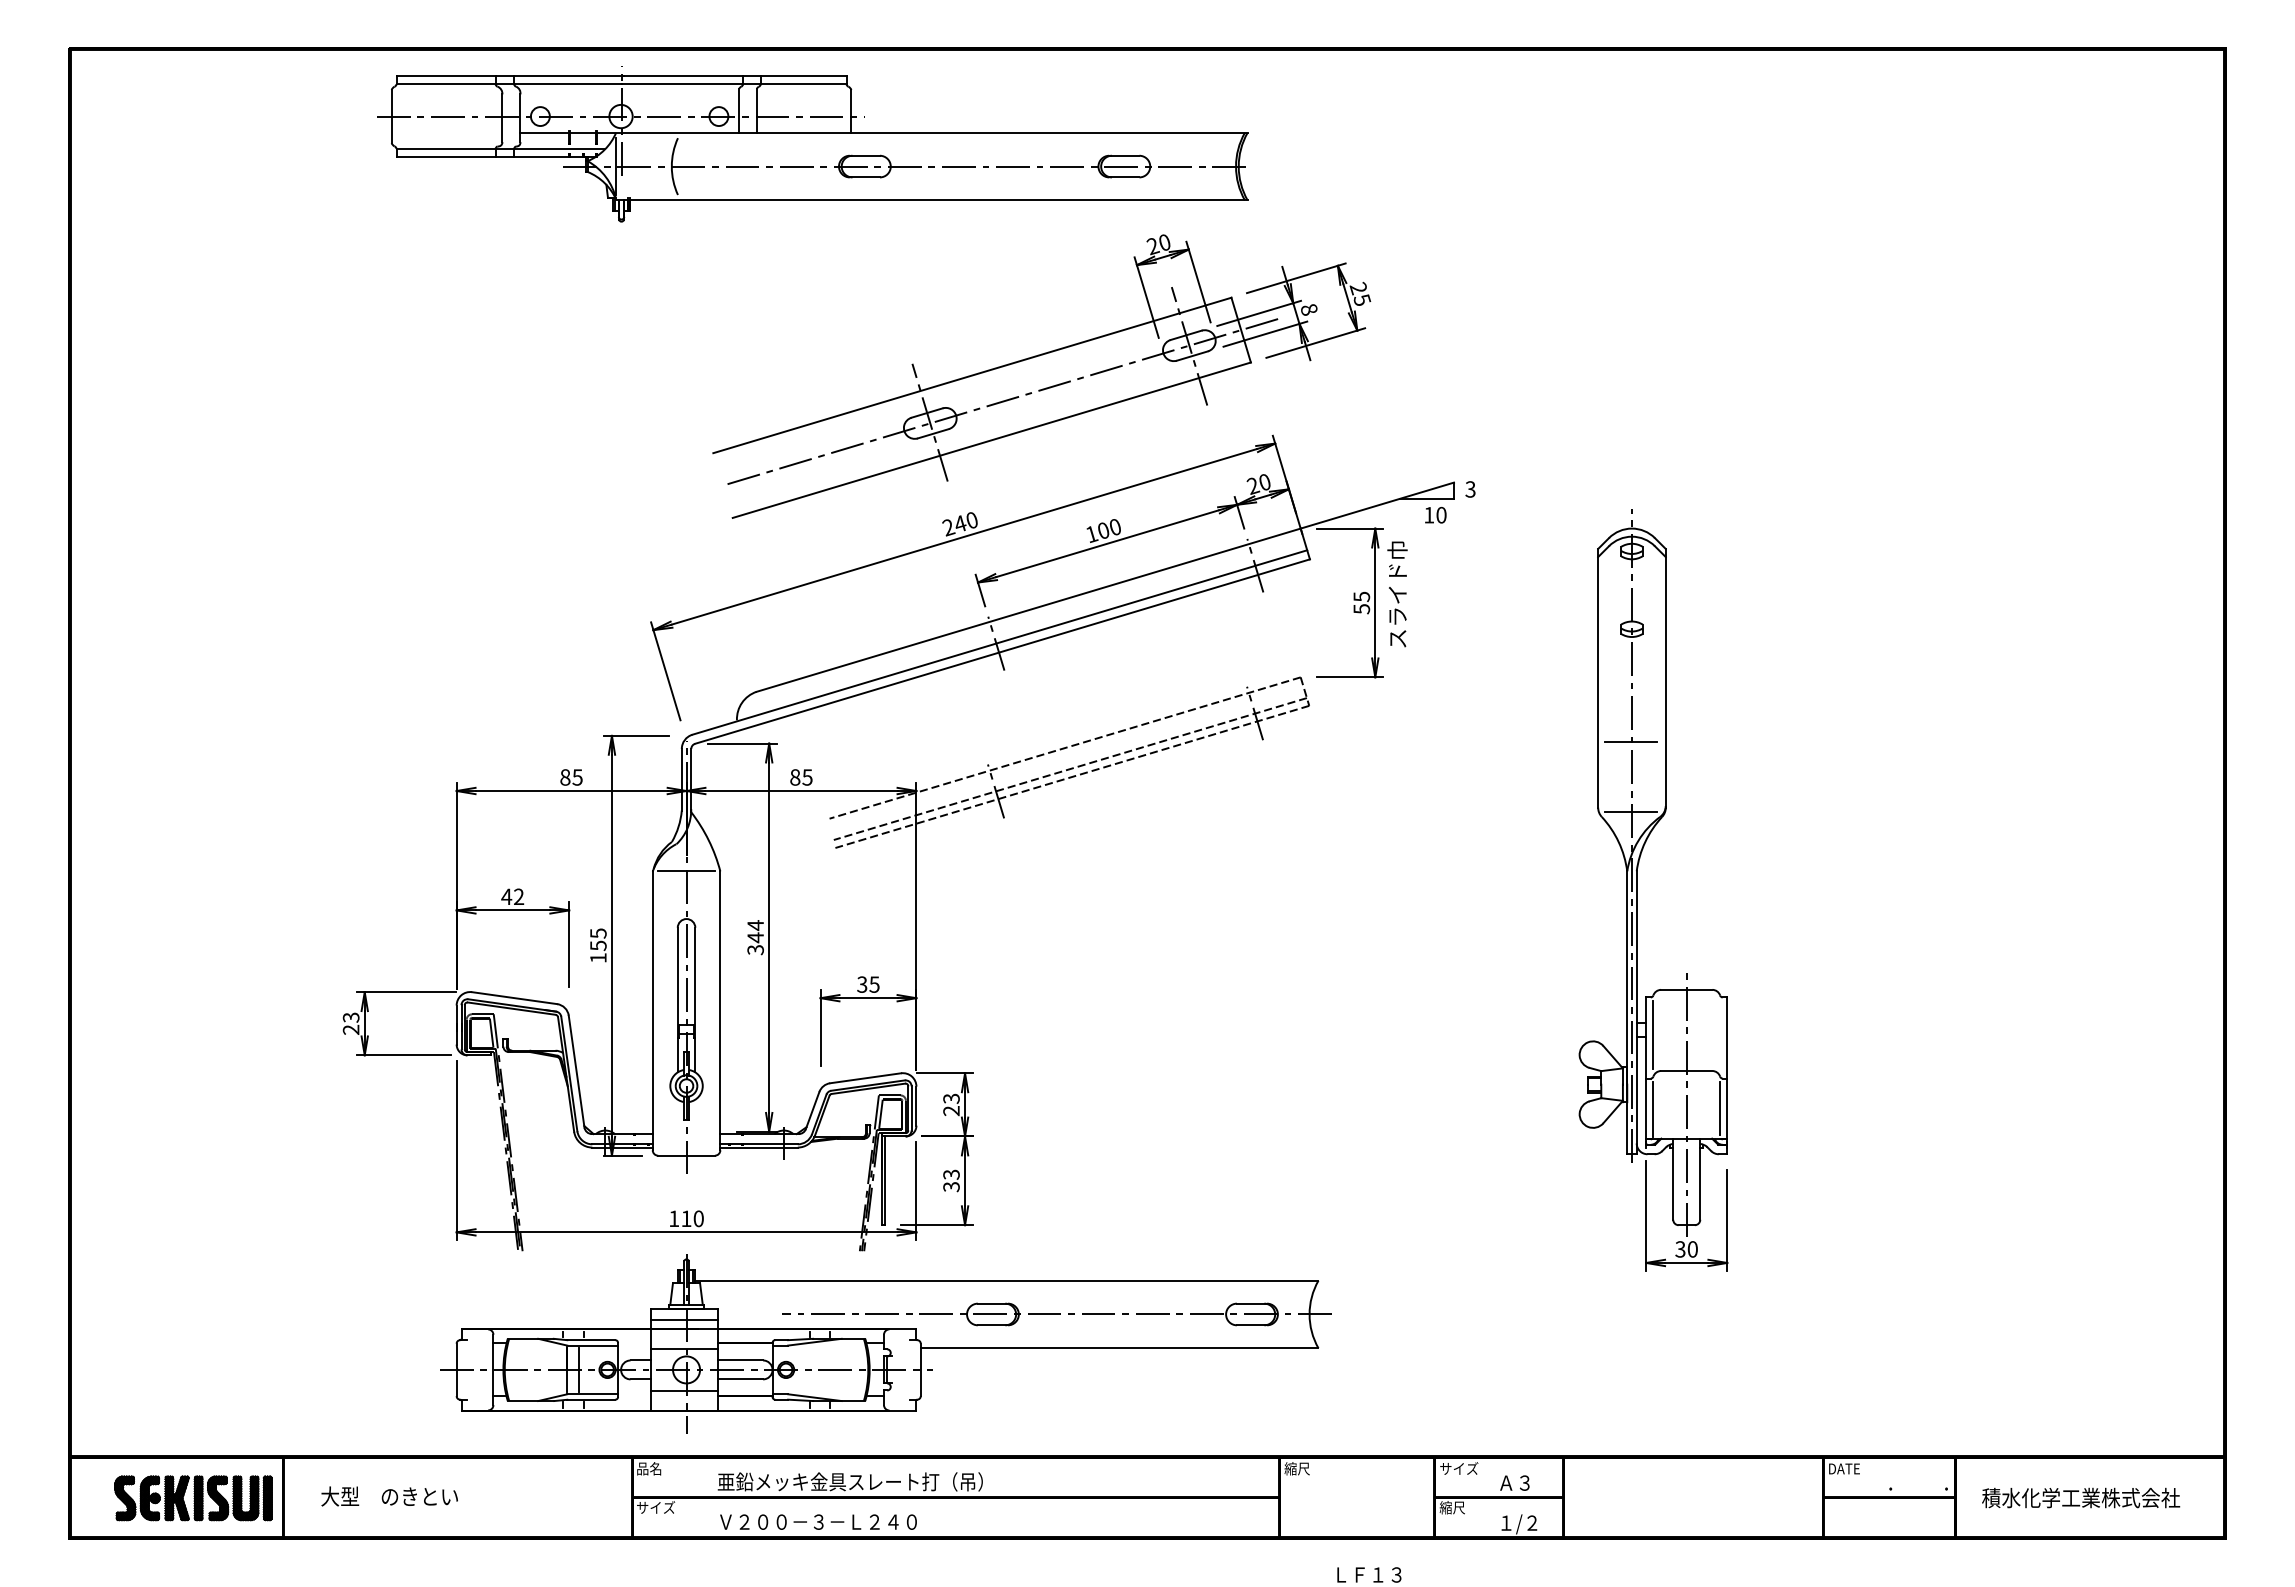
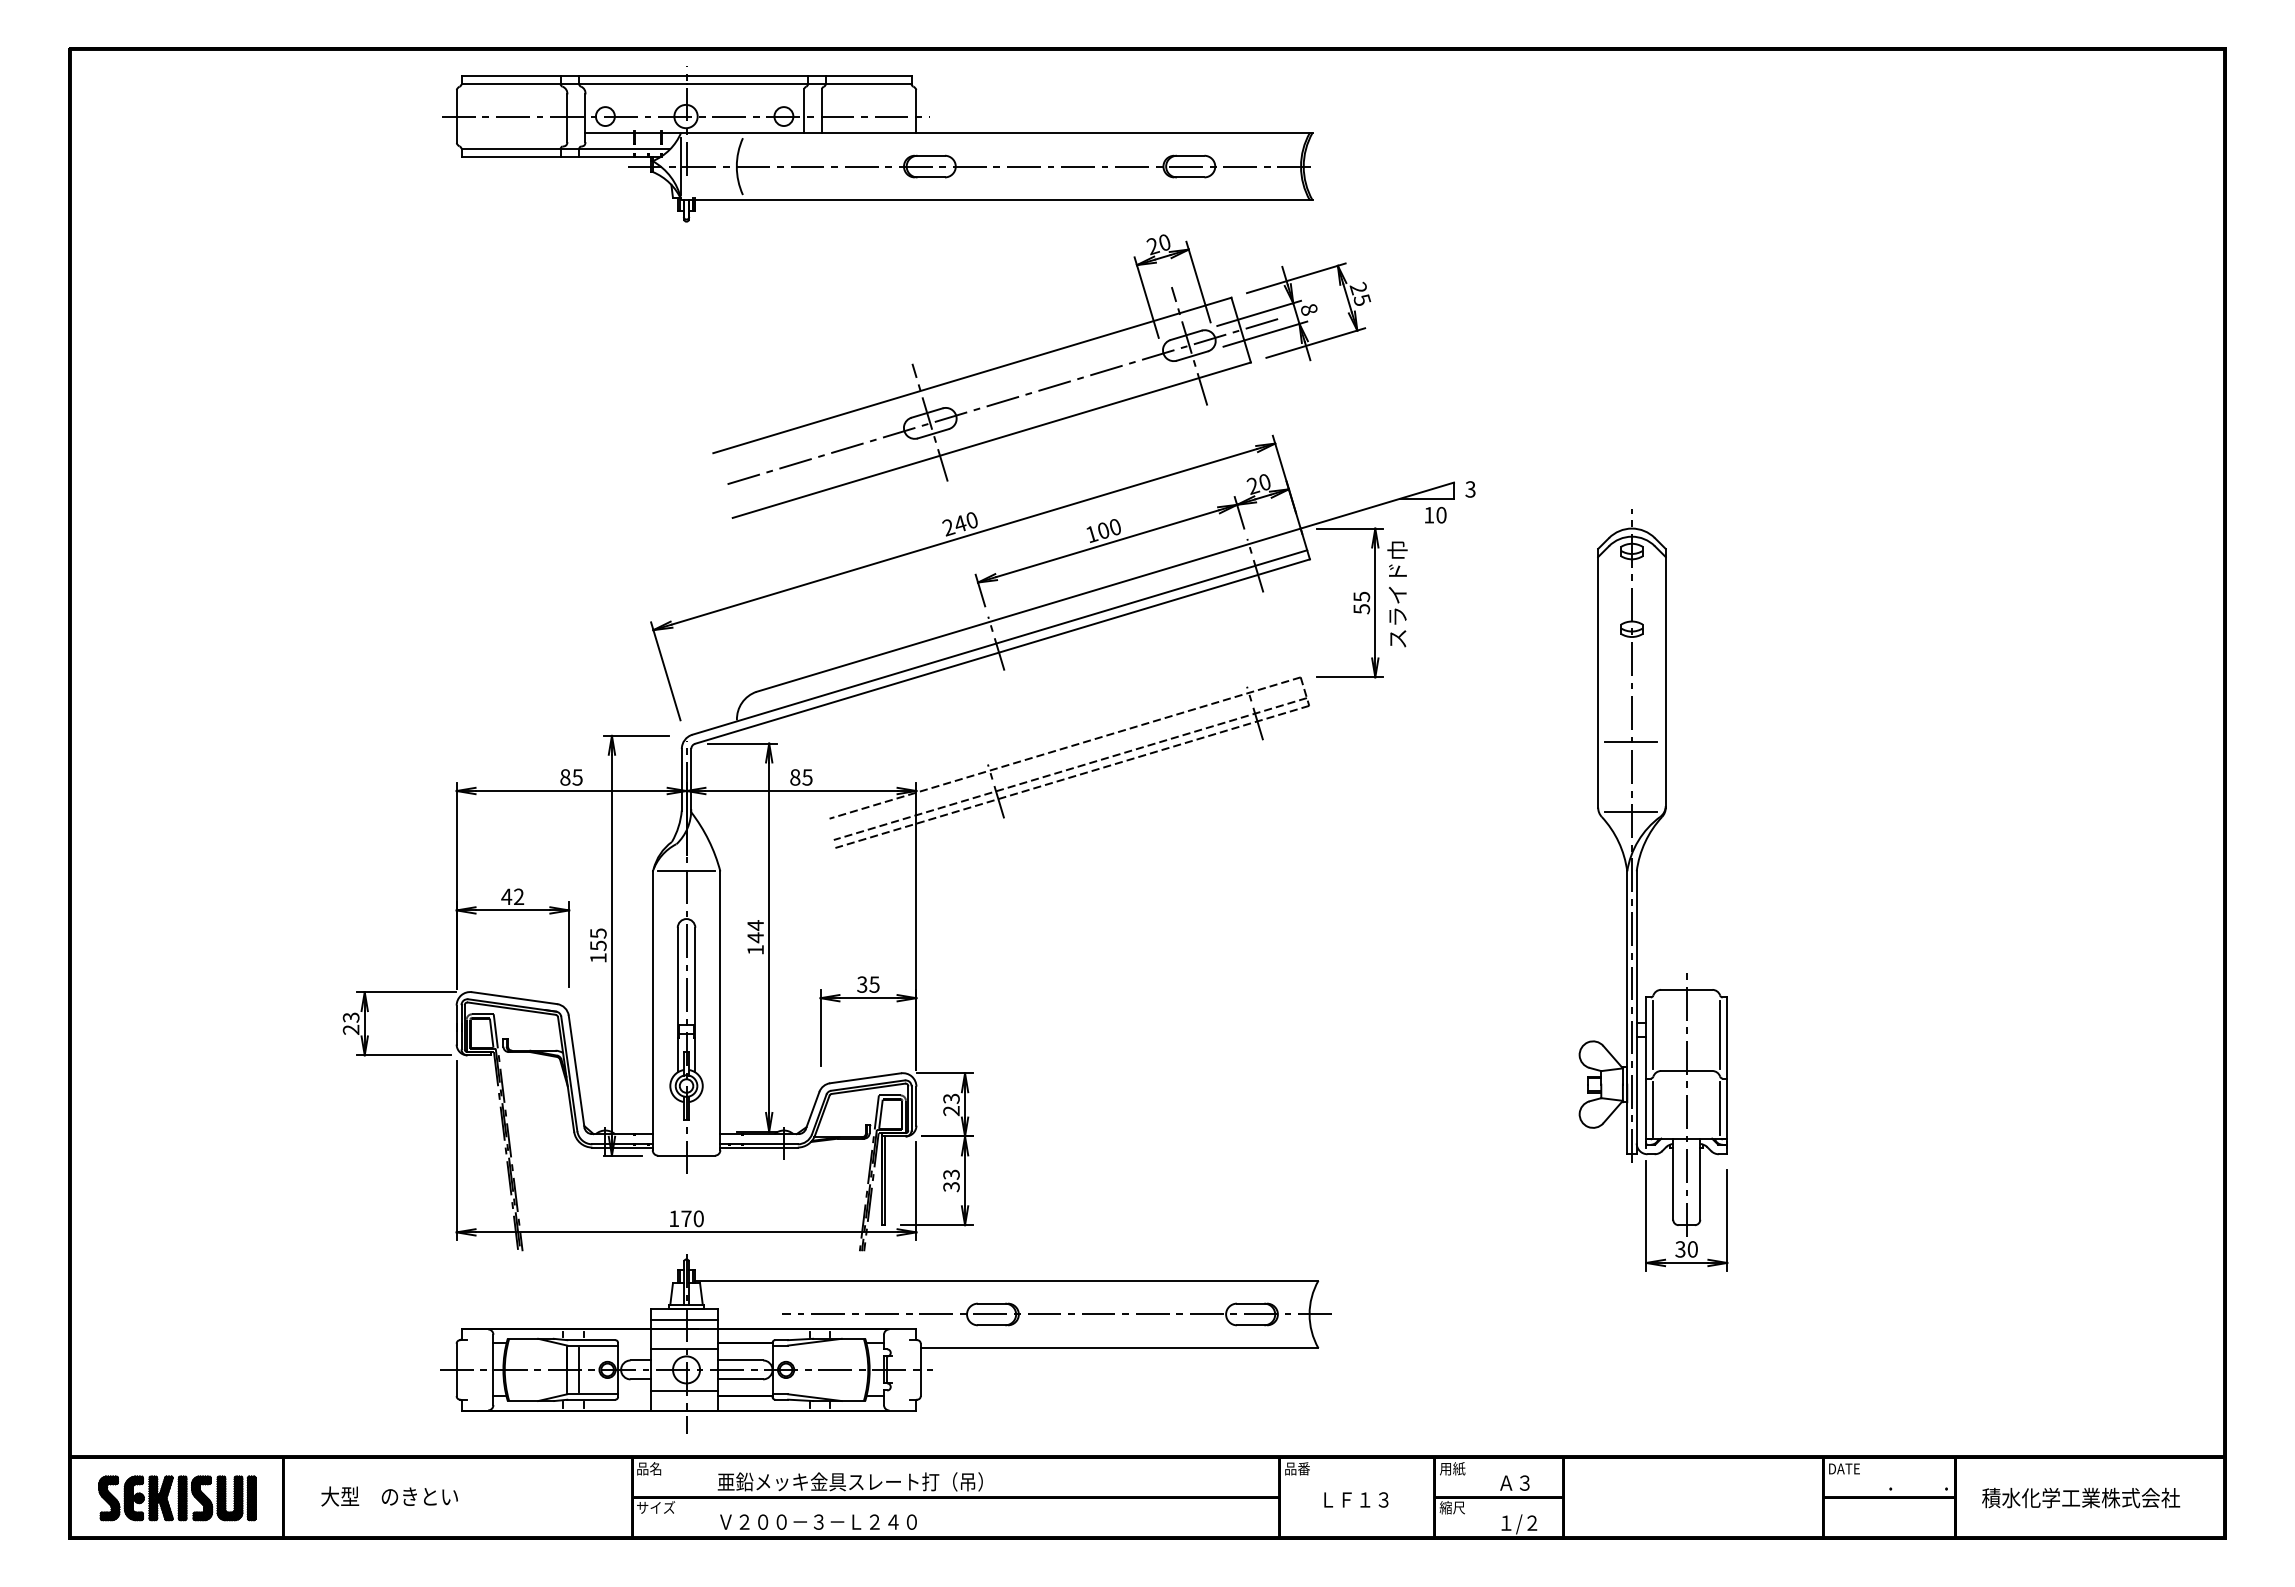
part at (812, 144) position: (812, 144) -> (877, 144)
text at (755, 950): 344 -> 144
line at (1720, 1034): none -> present
text at (686, 1218): 110 -> 170
text at (1296, 1468): 縮尺 -> 品番
text at (1459, 1468): サイズ -> 用紙
part at (193, 1498) position: (193, 1498) -> (177, 1498)
text at (1369, 1574) position: (1369, 1574) -> (1356, 1499)
